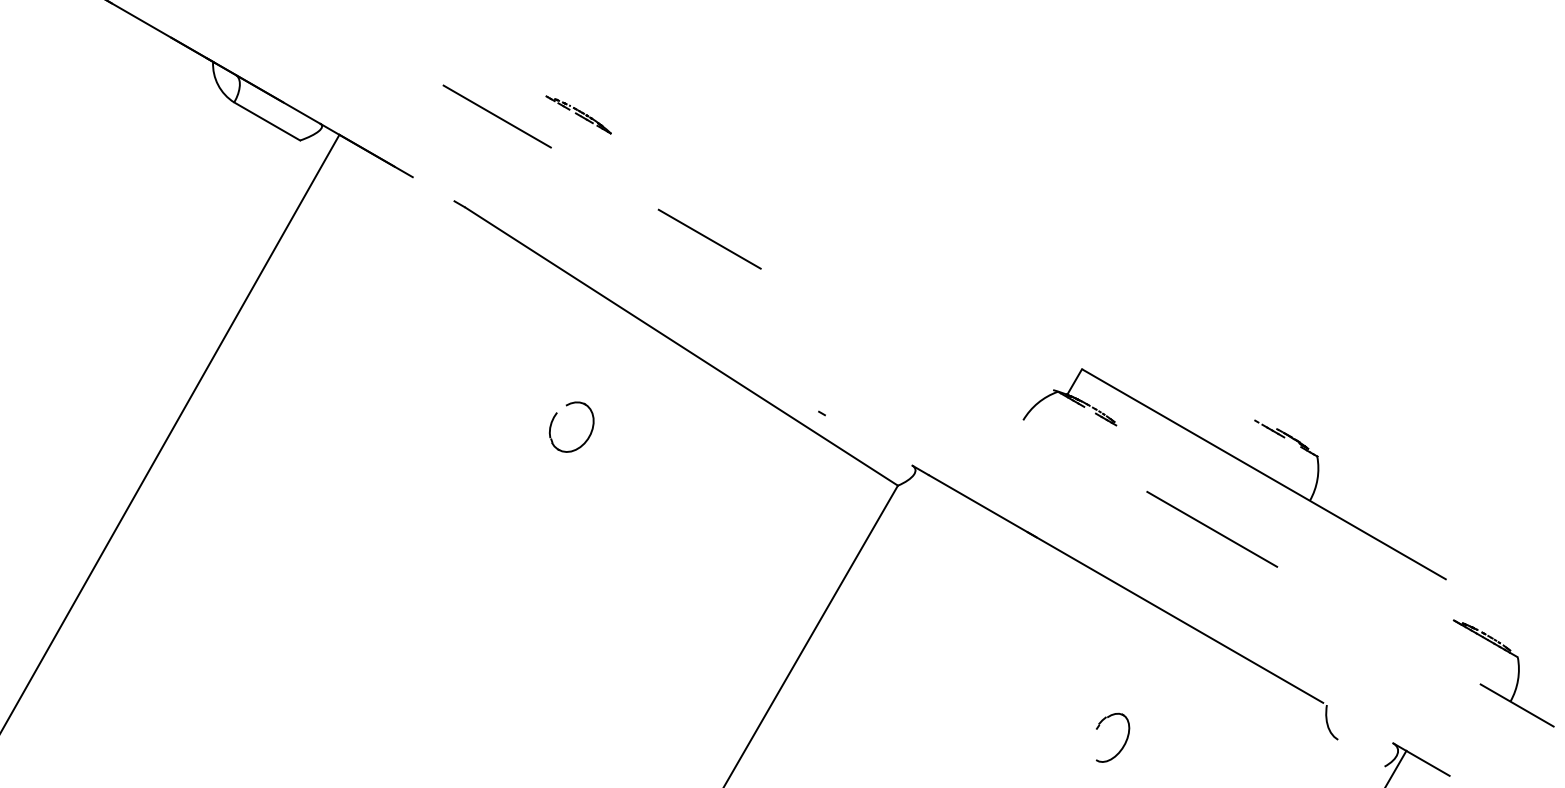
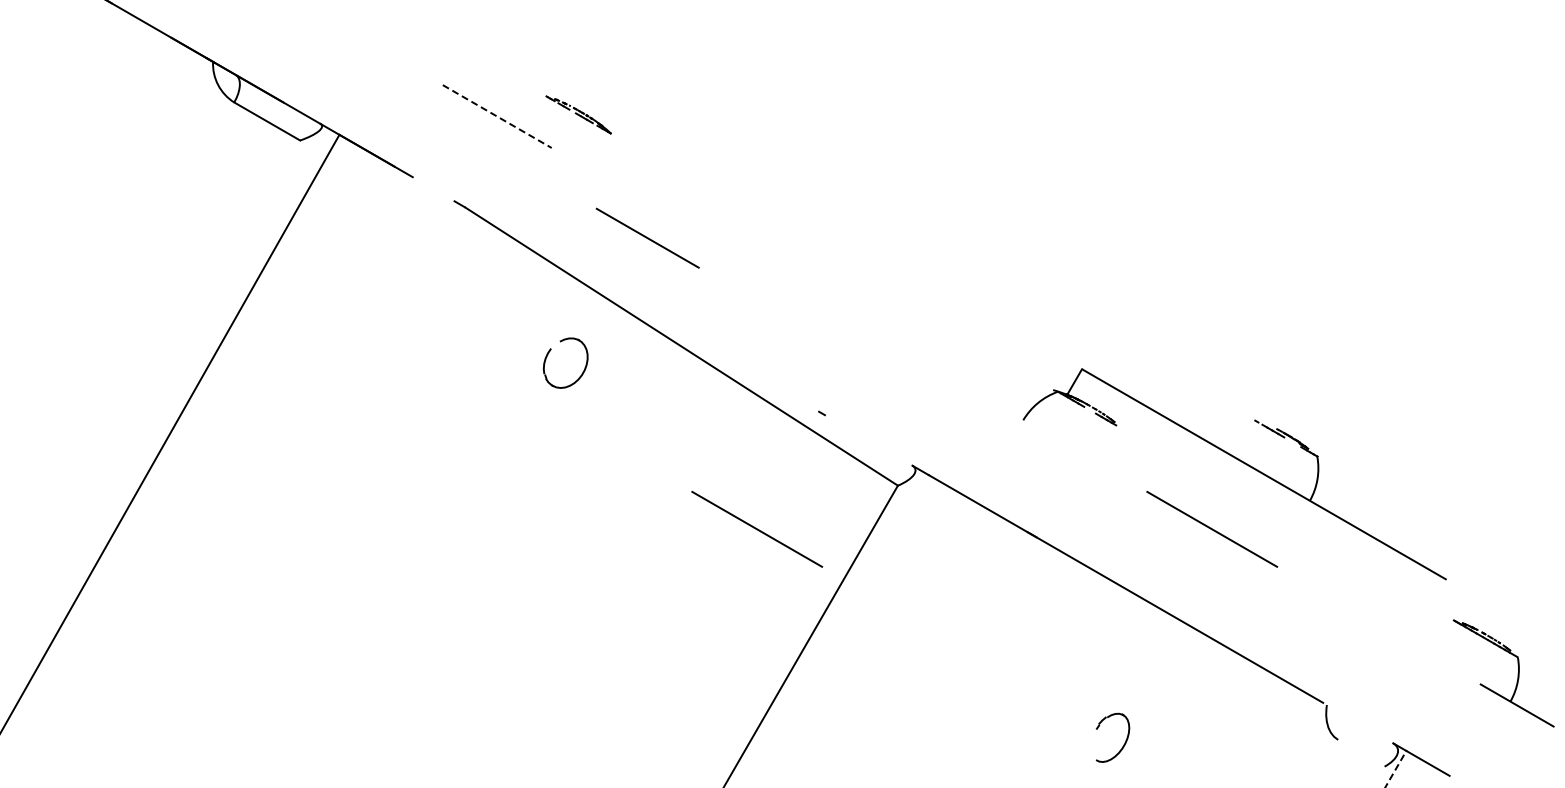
line at (497, 116): solid -> dashed
line at (709, 238) position: (709, 238) -> (647, 237)
part at (556, 415) position: (556, 415) -> (550, 351)
line at (757, 528): none -> present
line at (1395, 769): solid -> dashed
